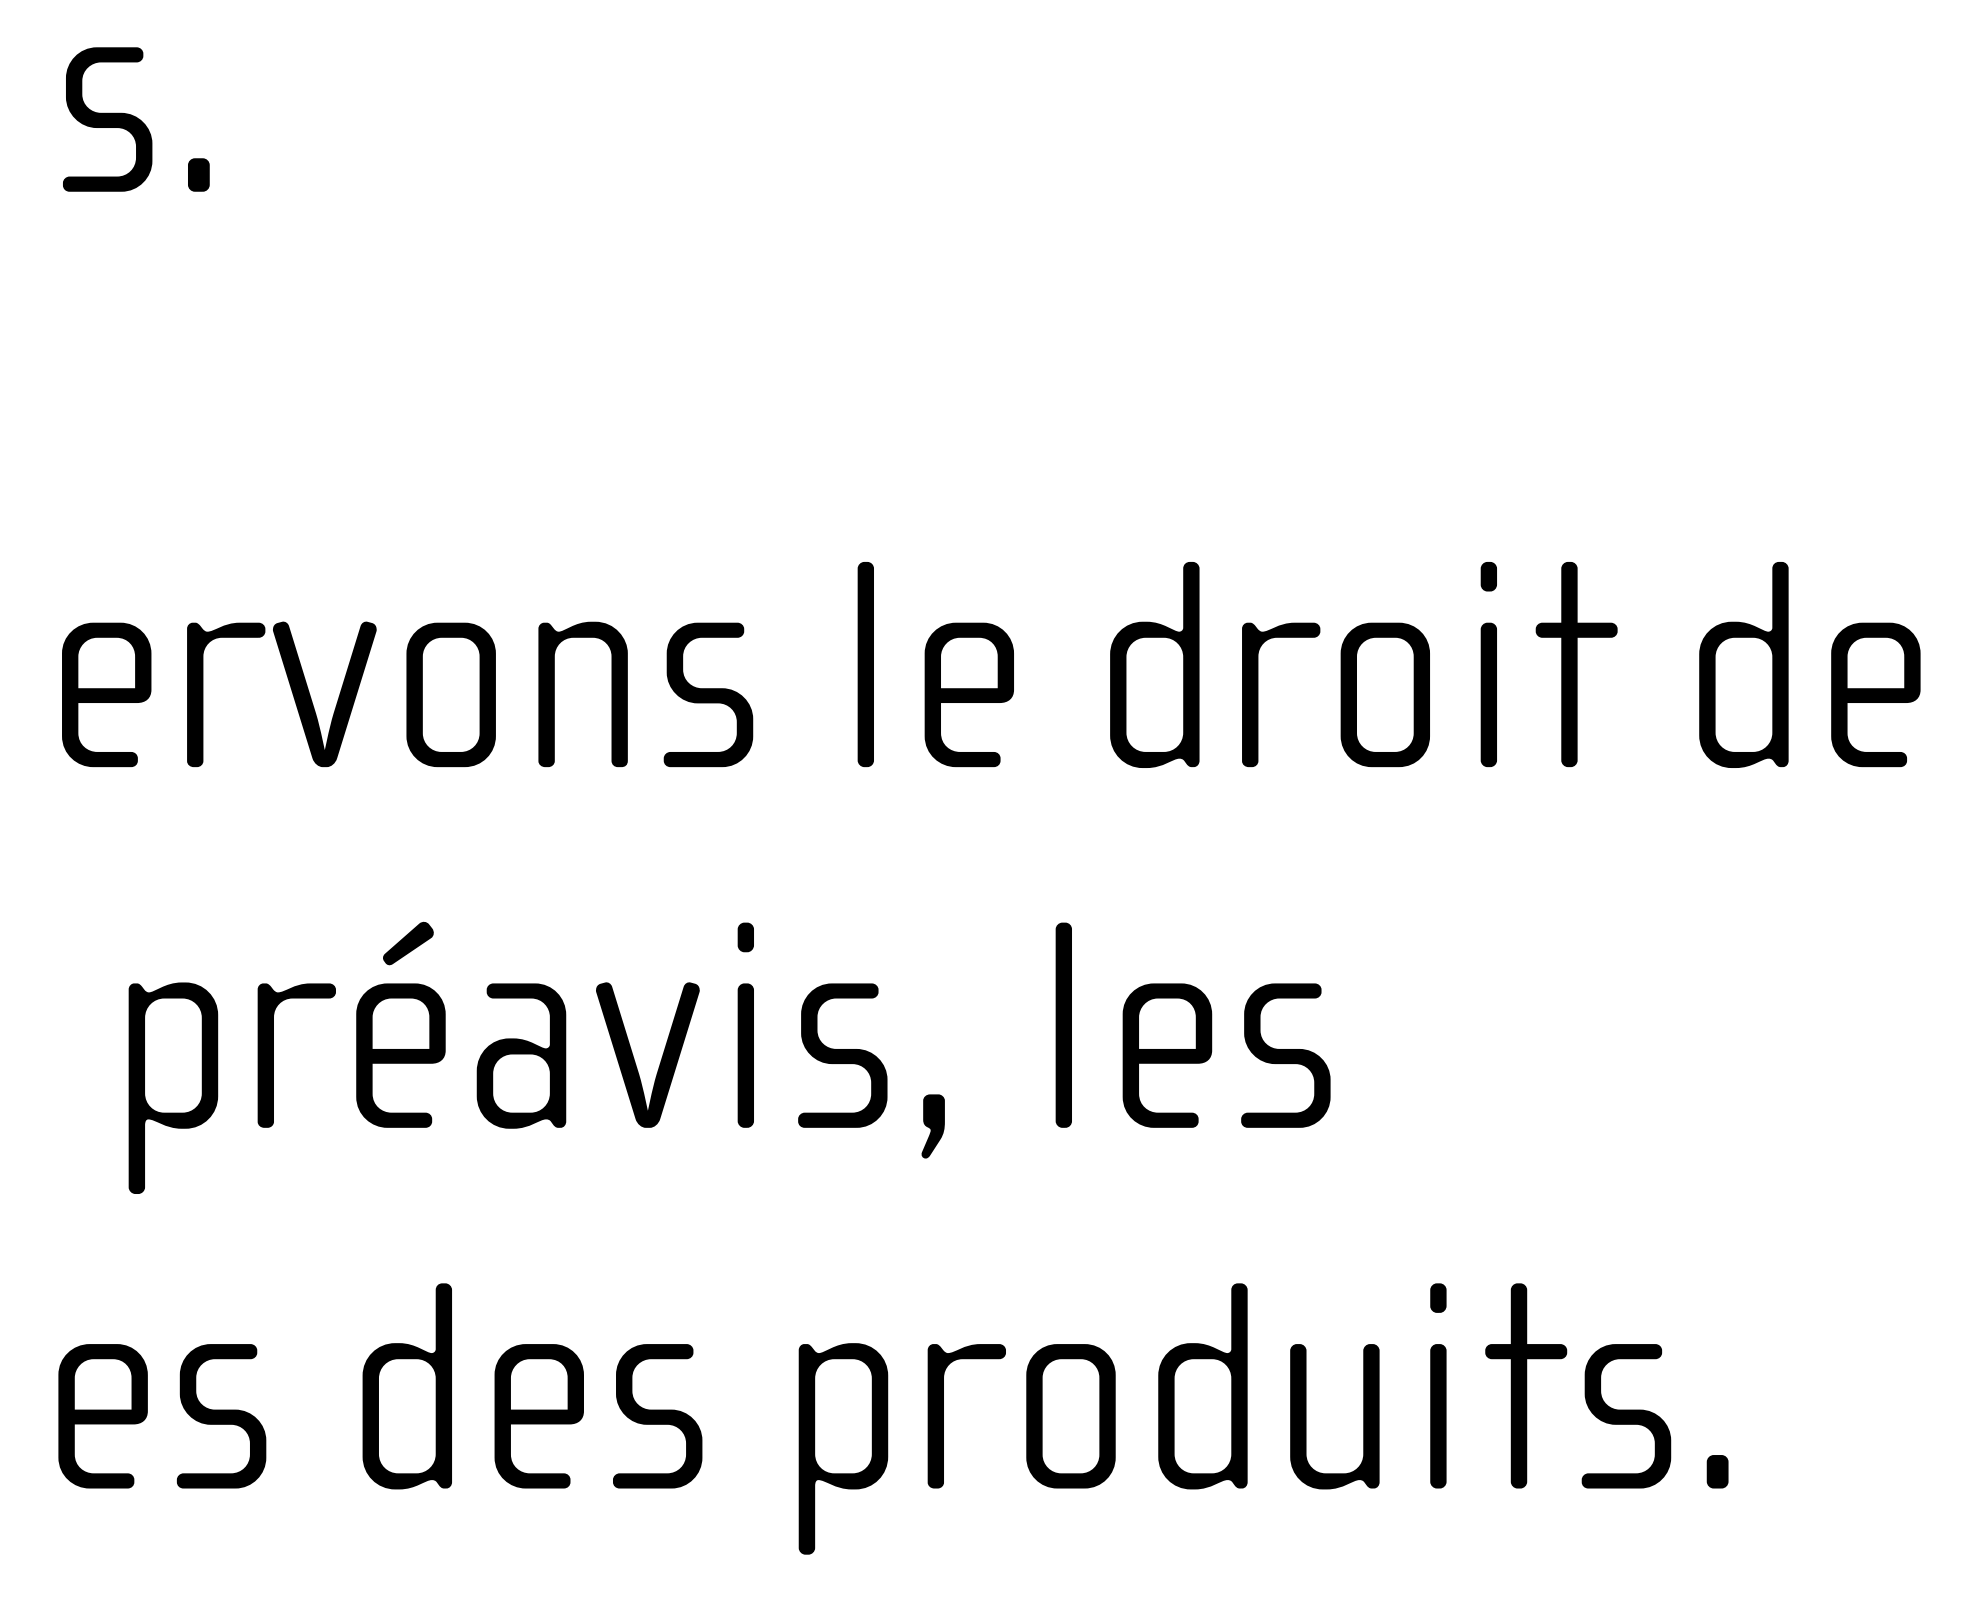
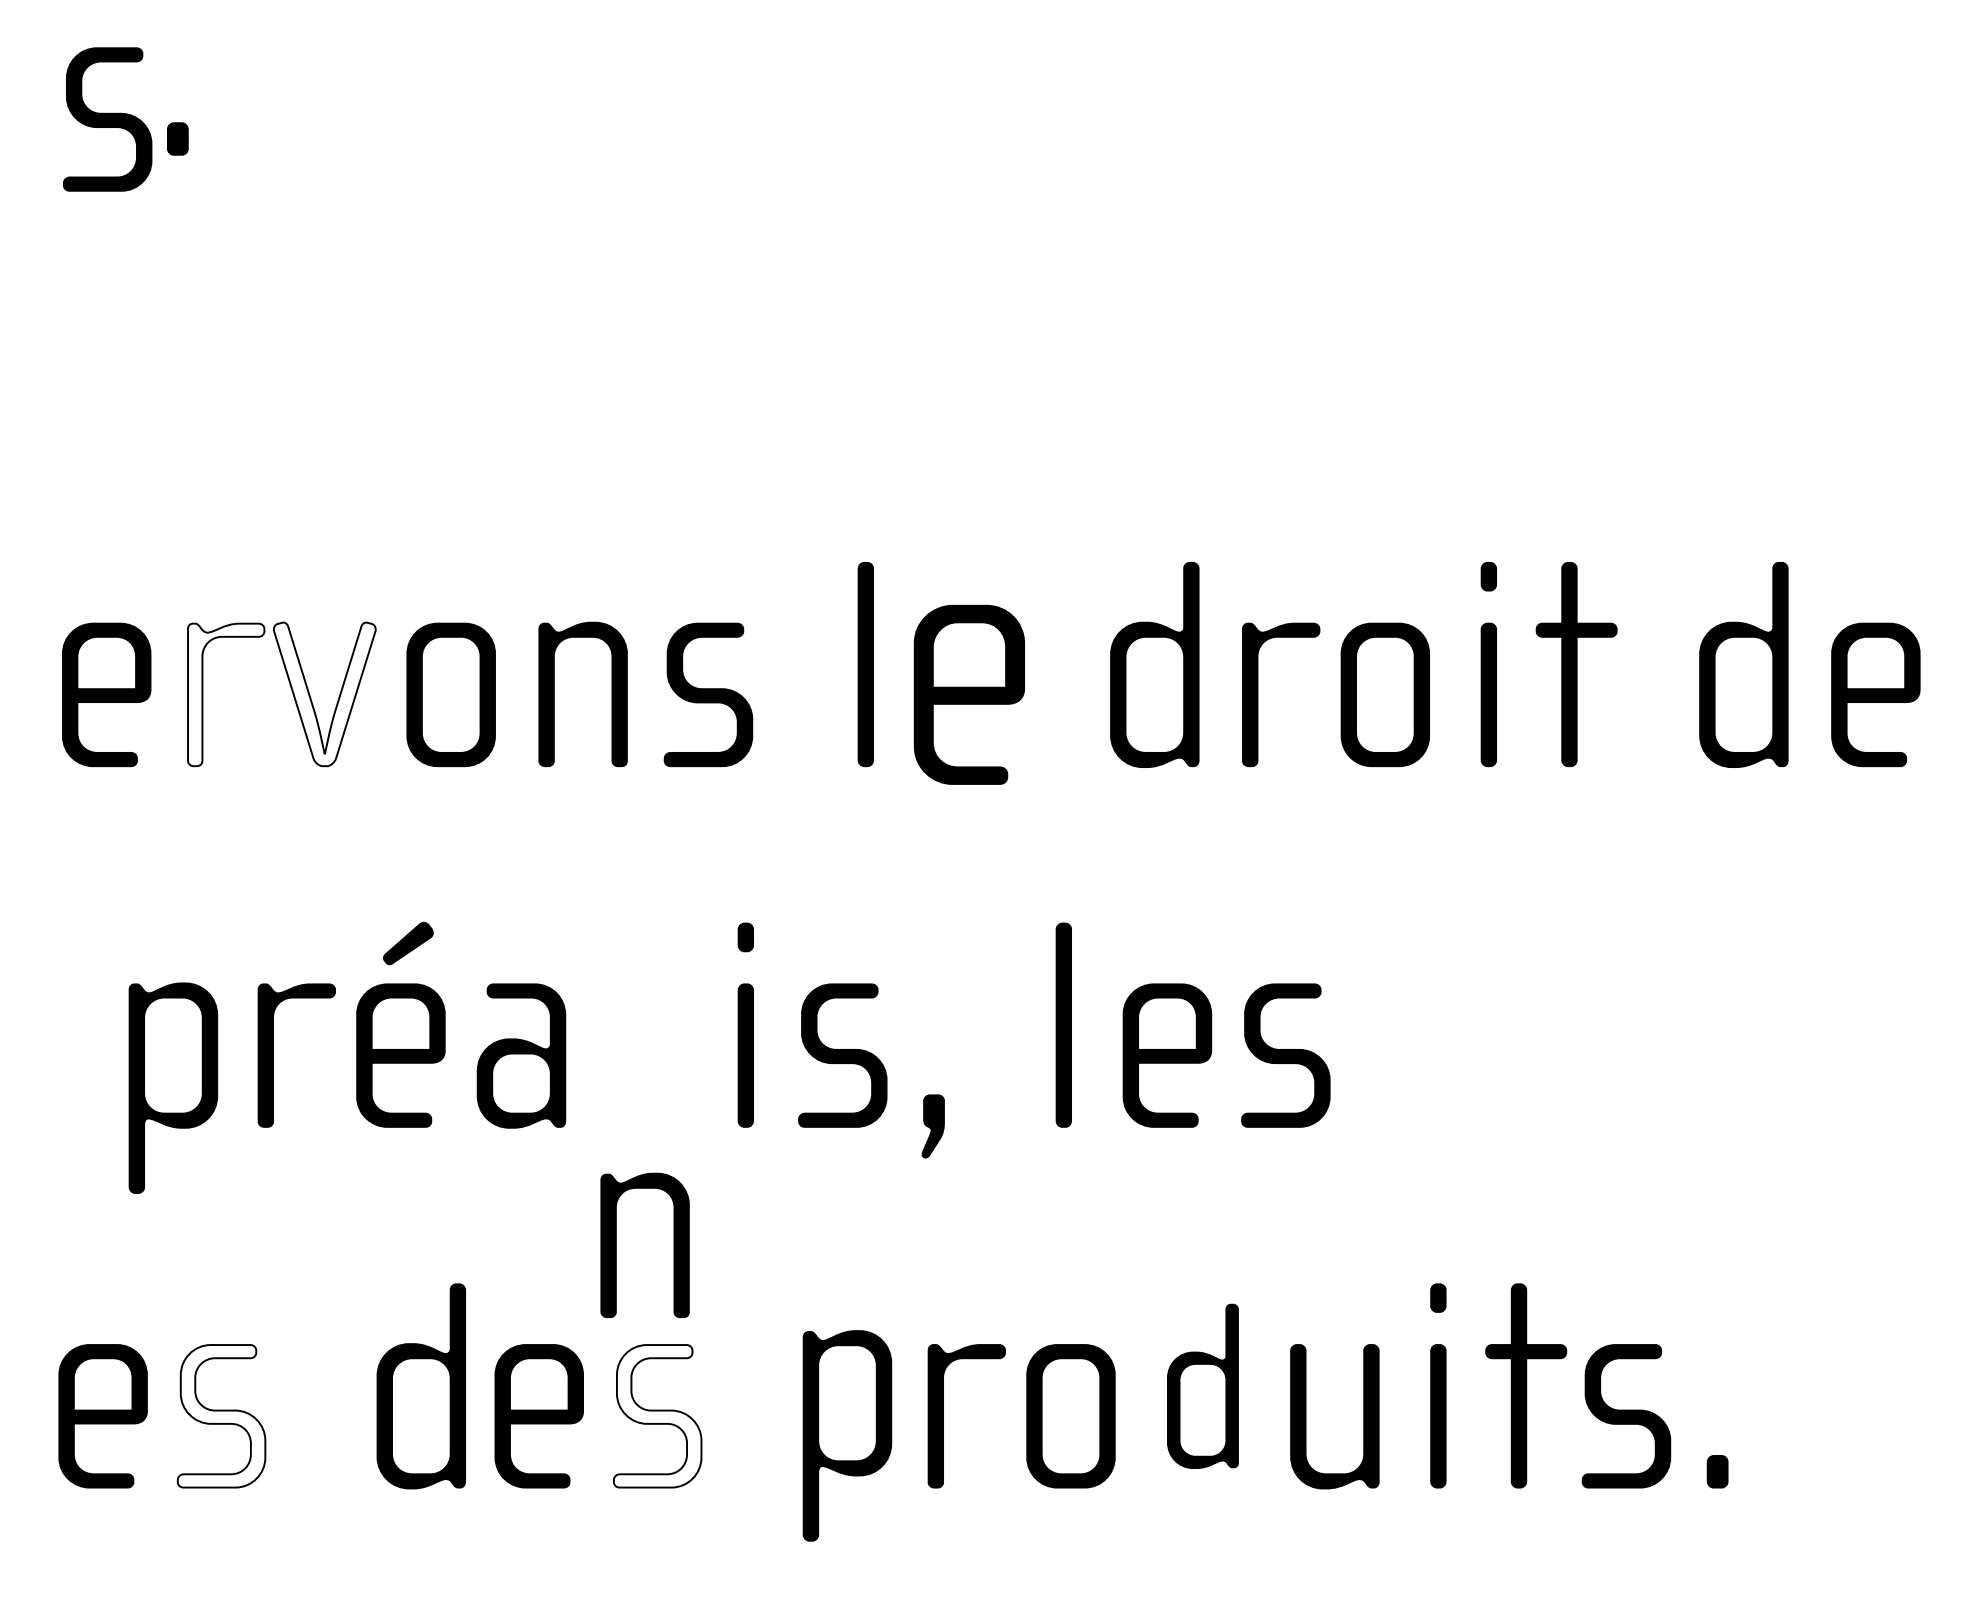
part at (198, 174) position: (198, 174) -> (177, 138)
fill at (226, 694): present -> none
fill at (324, 694): present -> none
part at (968, 694) size: 90x146 px -> 112x180 px
part at (634, 1058): present -> none
part at (616, 1245): none -> present
part at (406, 1386) position: (406, 1386) -> (420, 1386)
part at (1202, 1386) size: 90x207 px -> 72x166 px
fill at (221, 1416): present -> none
fill at (657, 1416): present -> none
part at (843, 1448) position: (843, 1448) -> (847, 1435)
